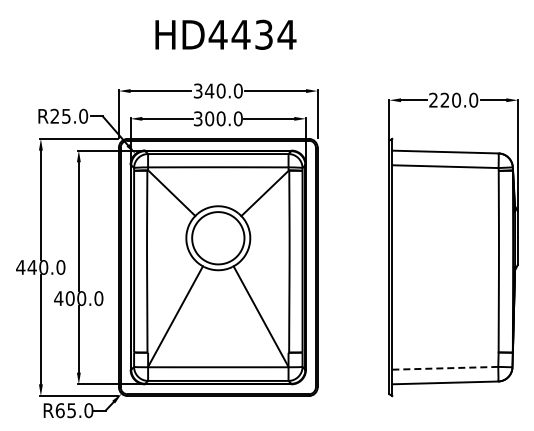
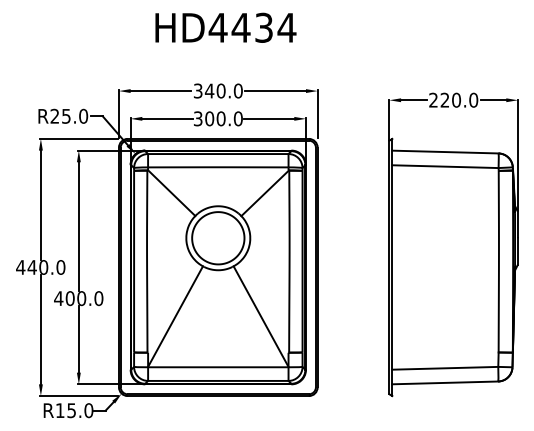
text at (225, 34) position: (225, 34) -> (225, 27)
line at (445, 368): dashed -> solid
text at (59, 410): R65.0 -> R15.0
